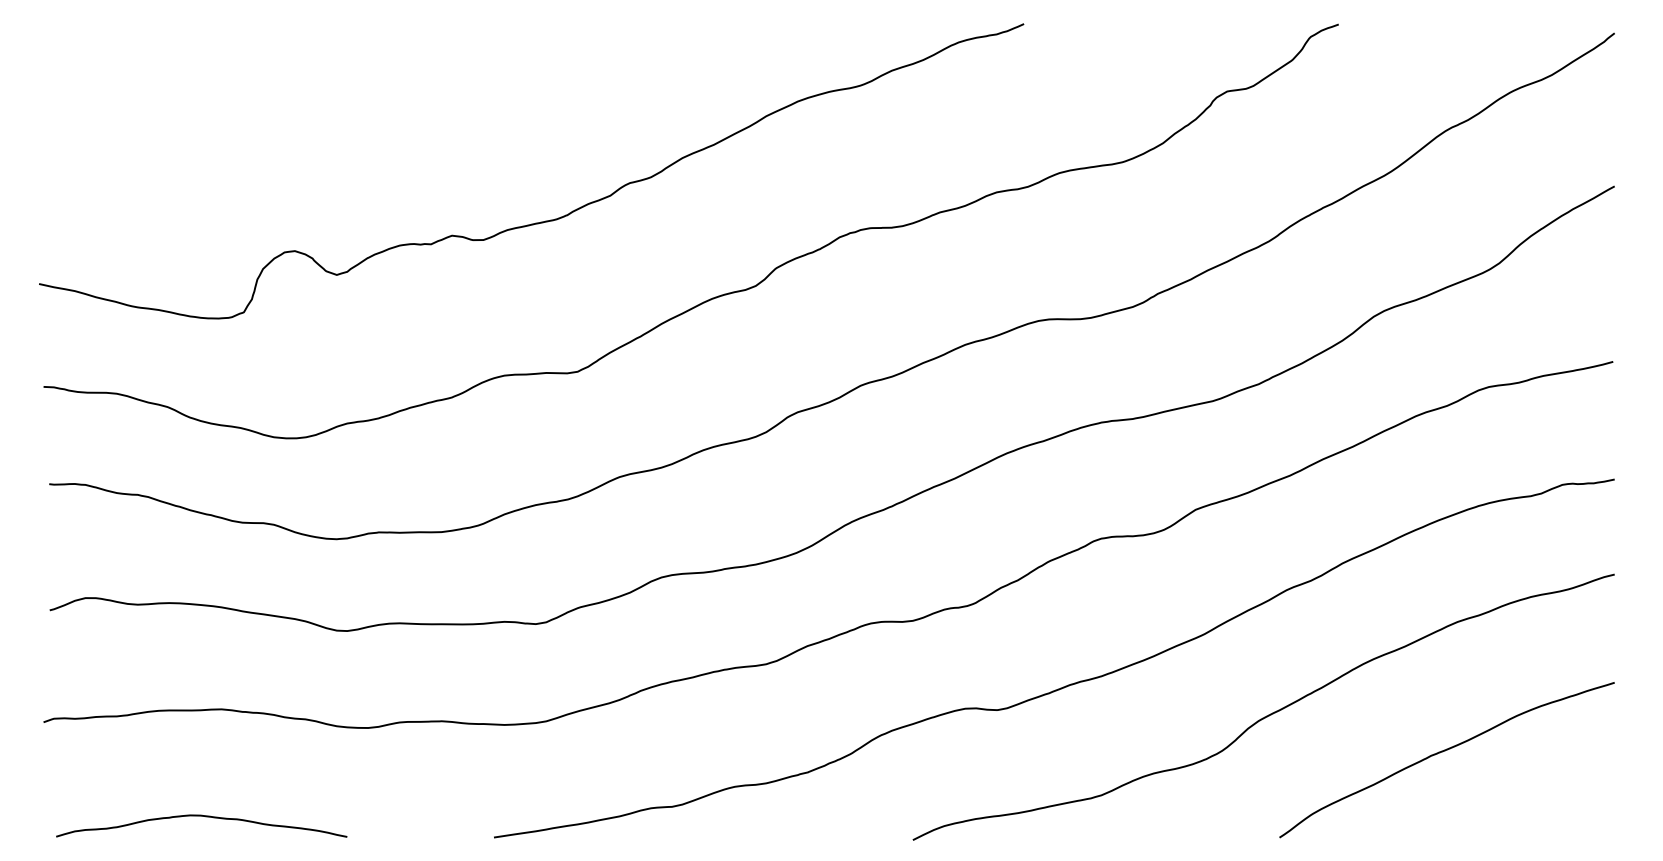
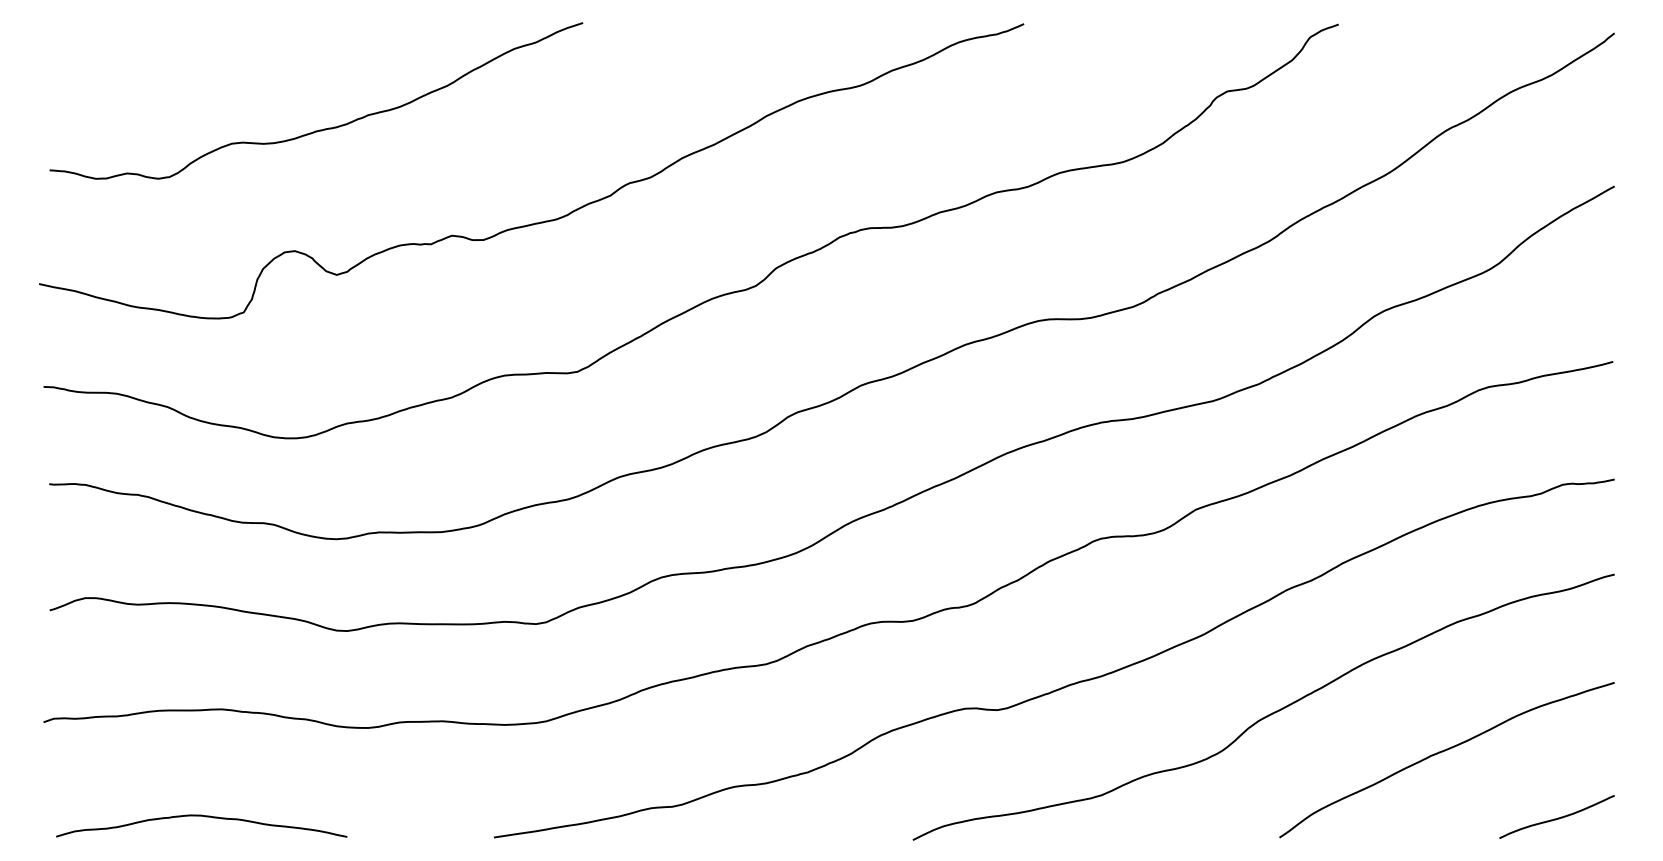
curve at (324, 128): none -> present
curve at (1557, 817): none -> present
